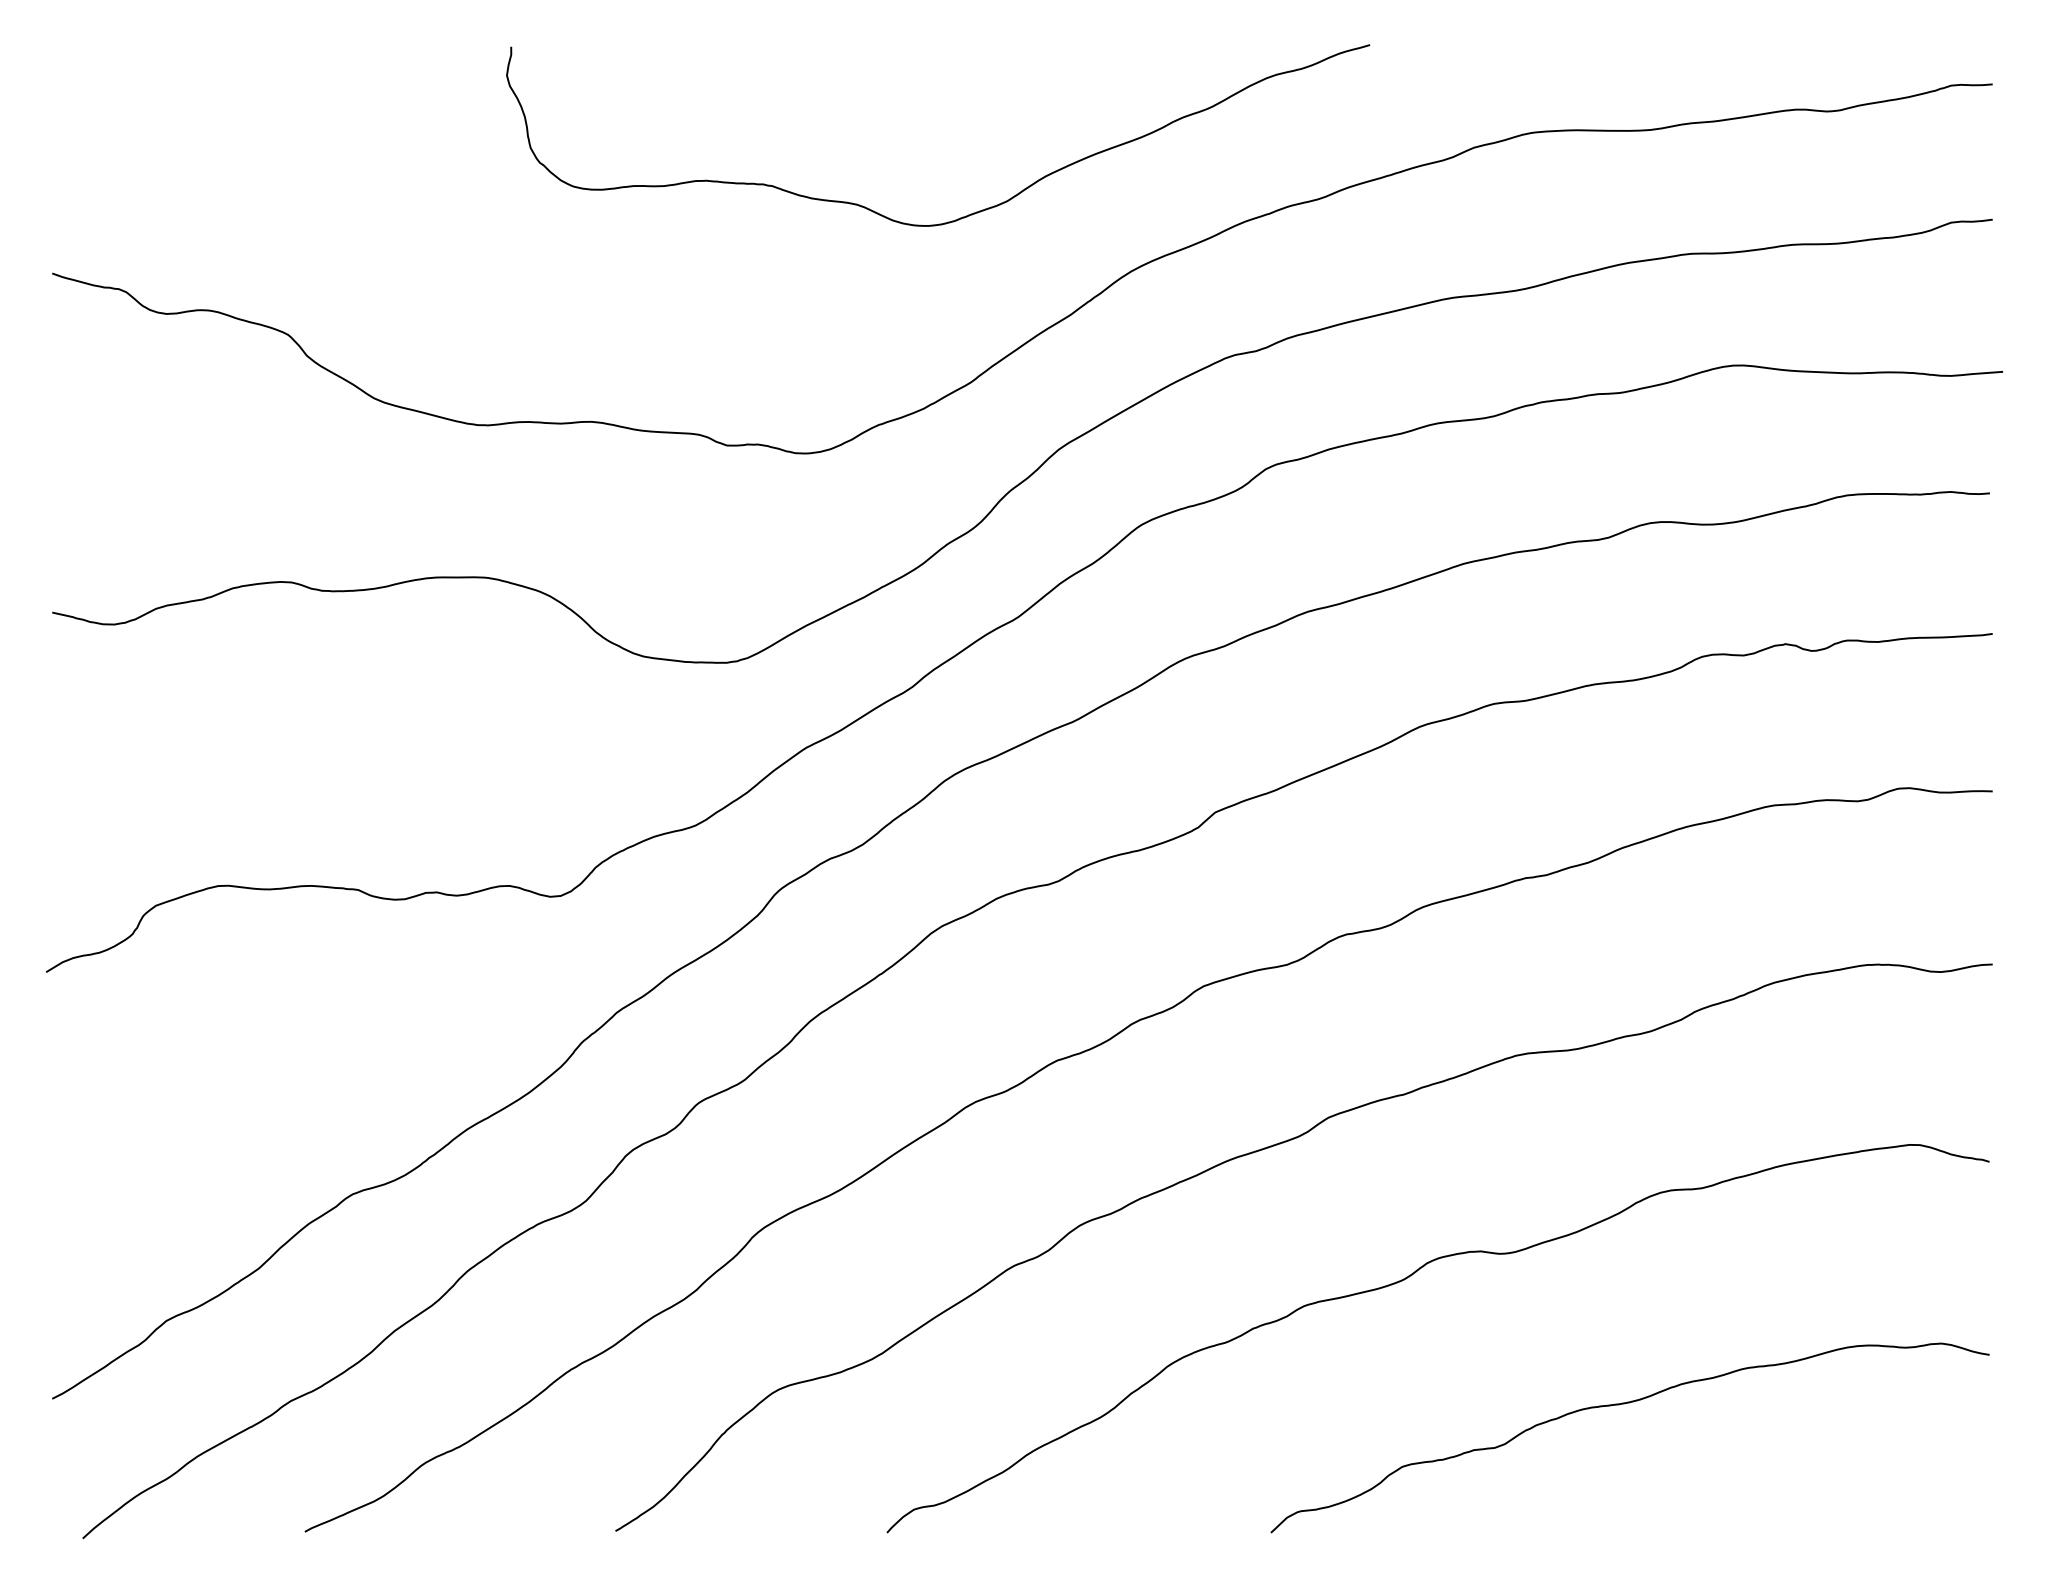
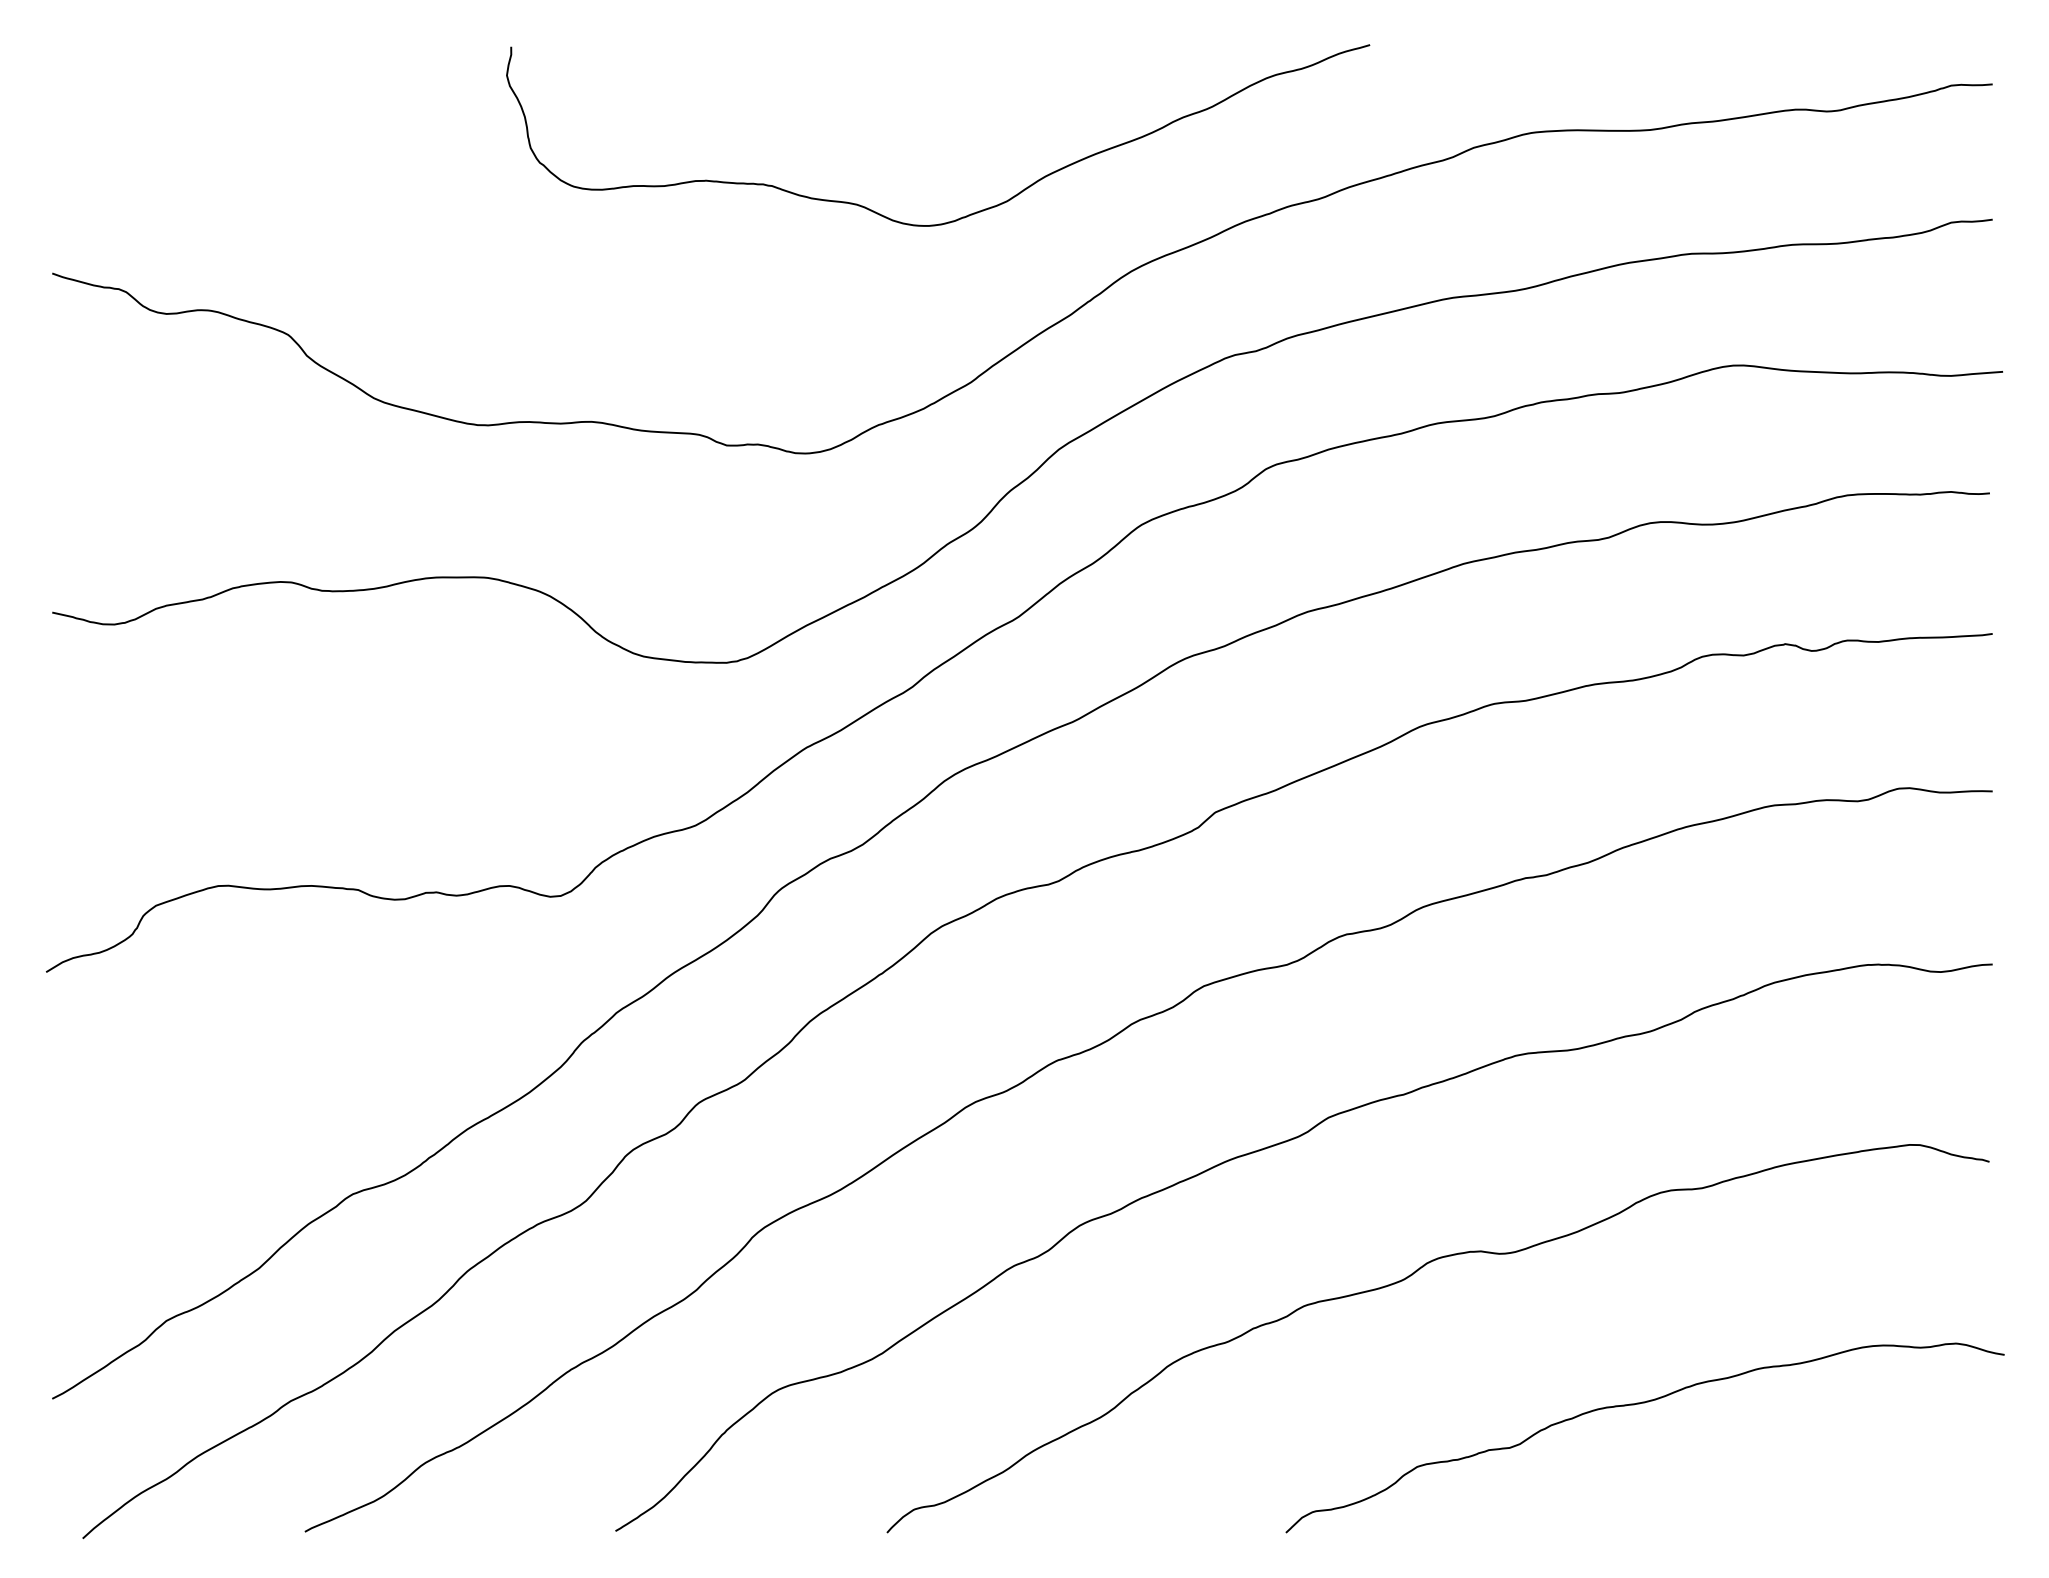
curve at (1624, 1404) position: (1624, 1404) -> (1639, 1404)
